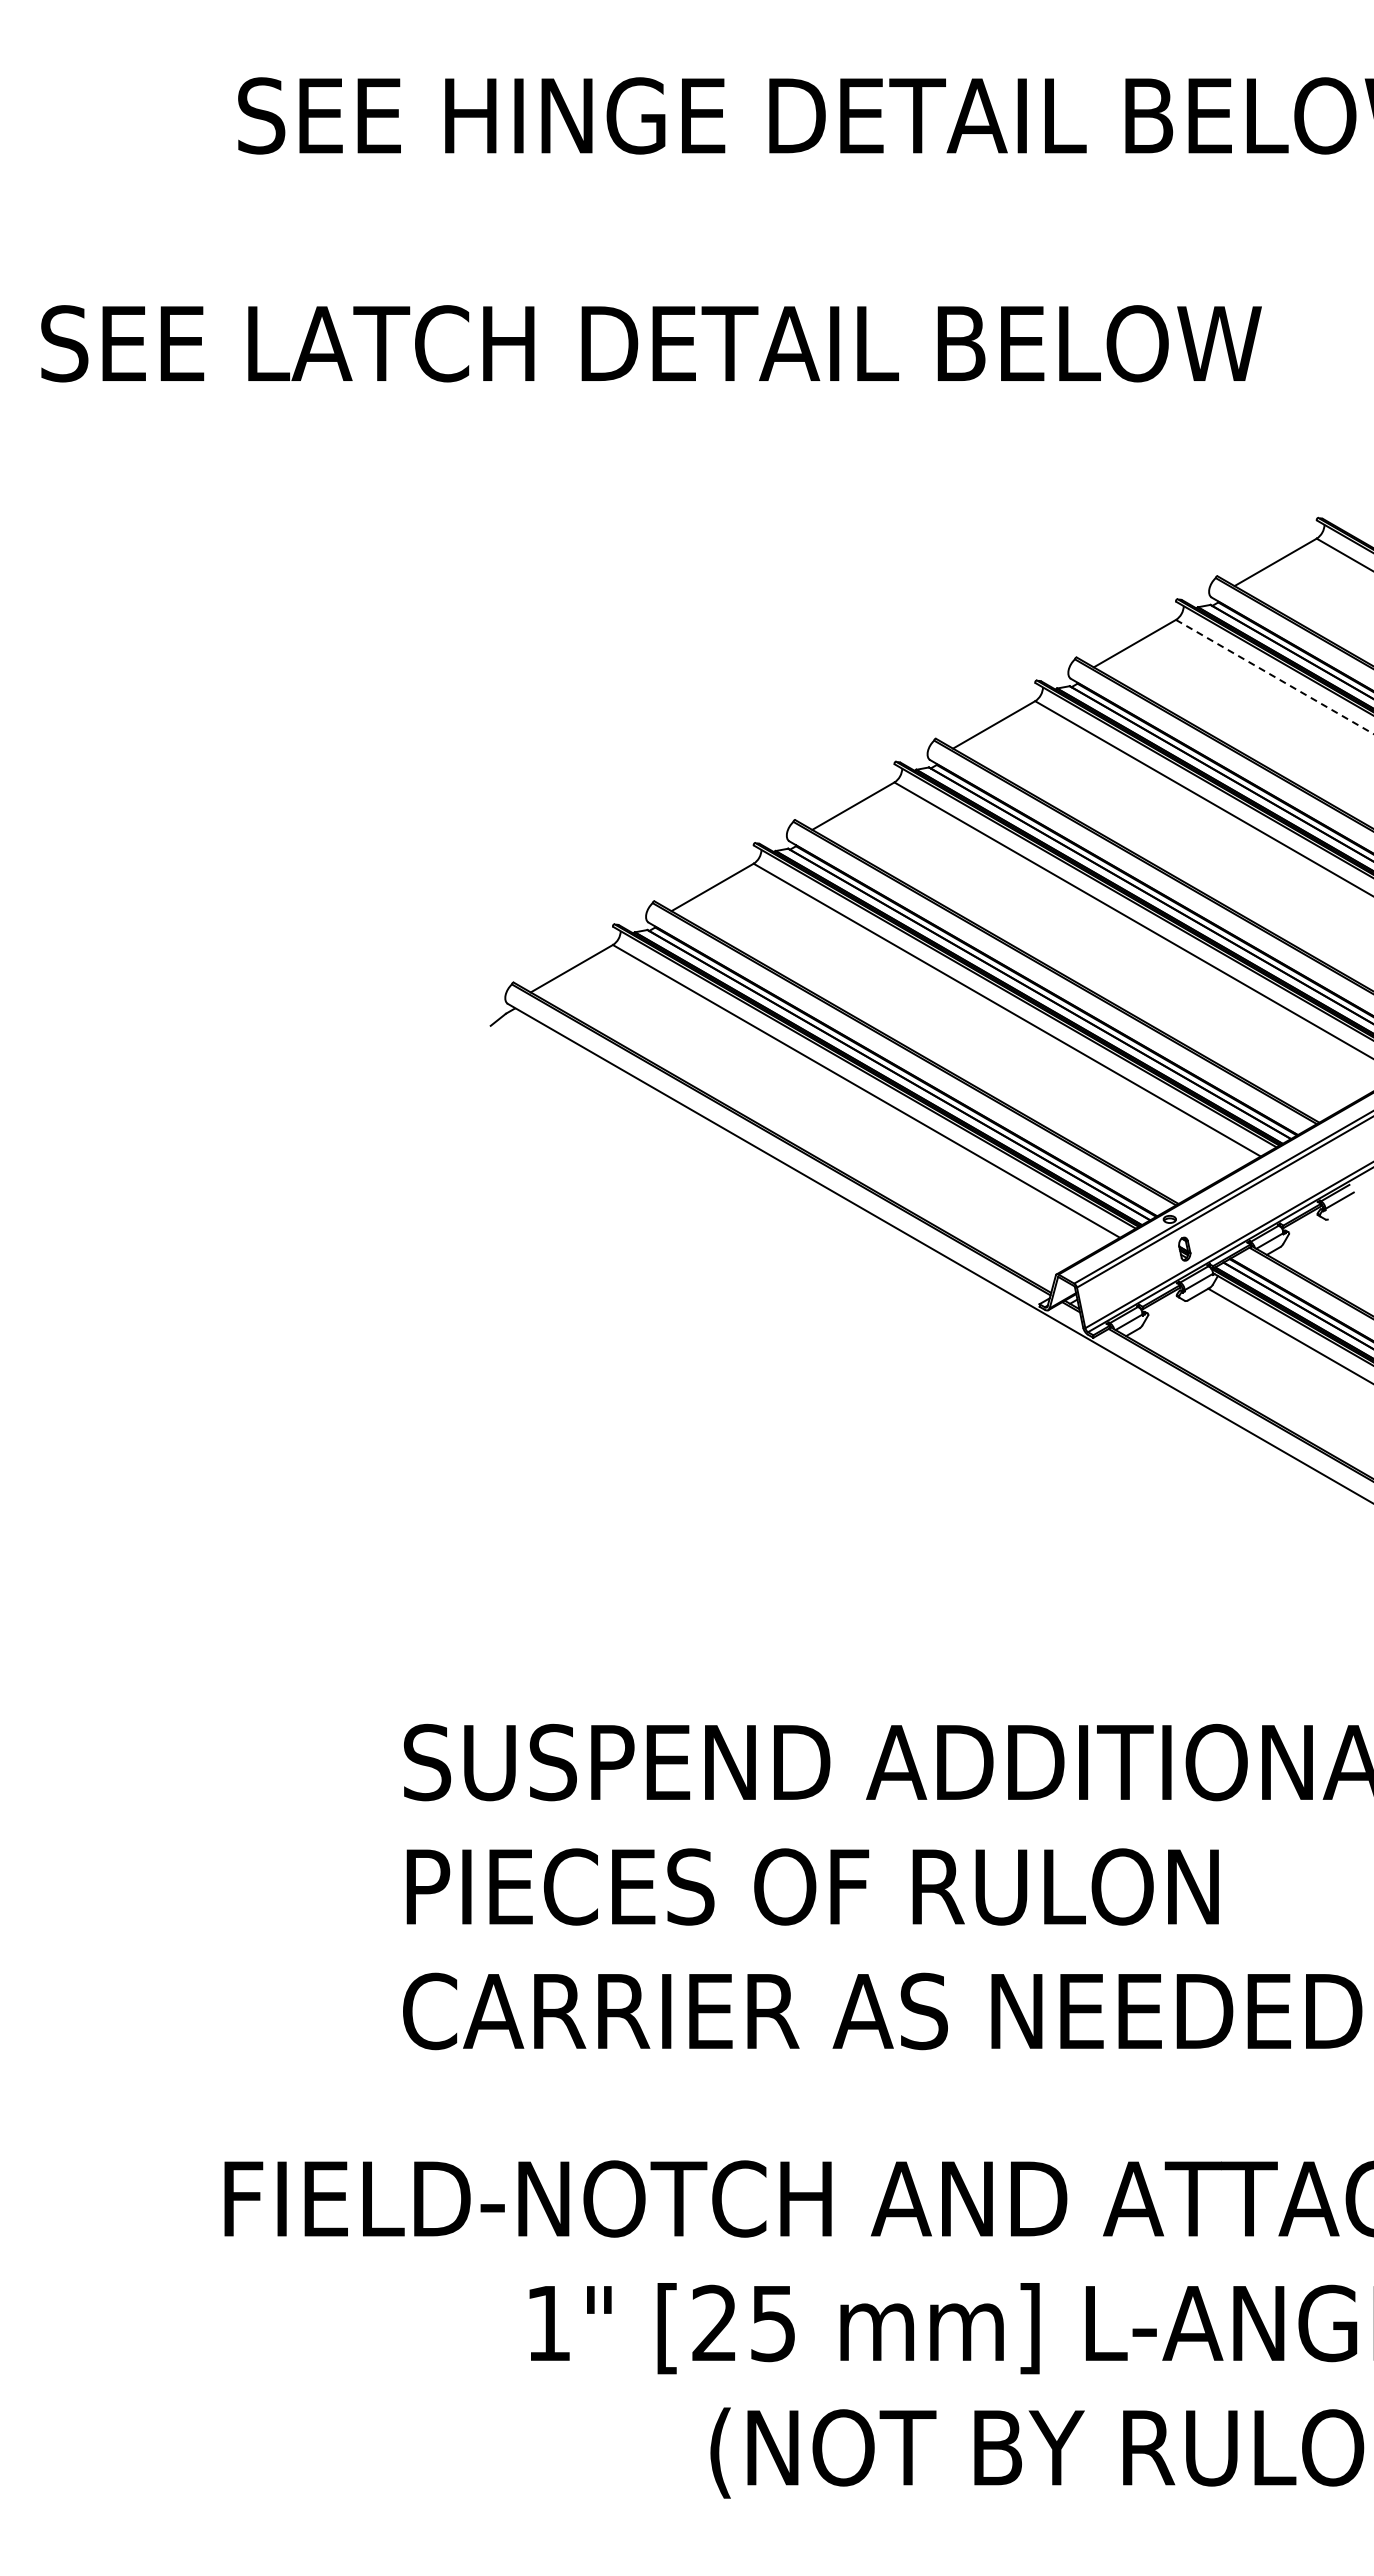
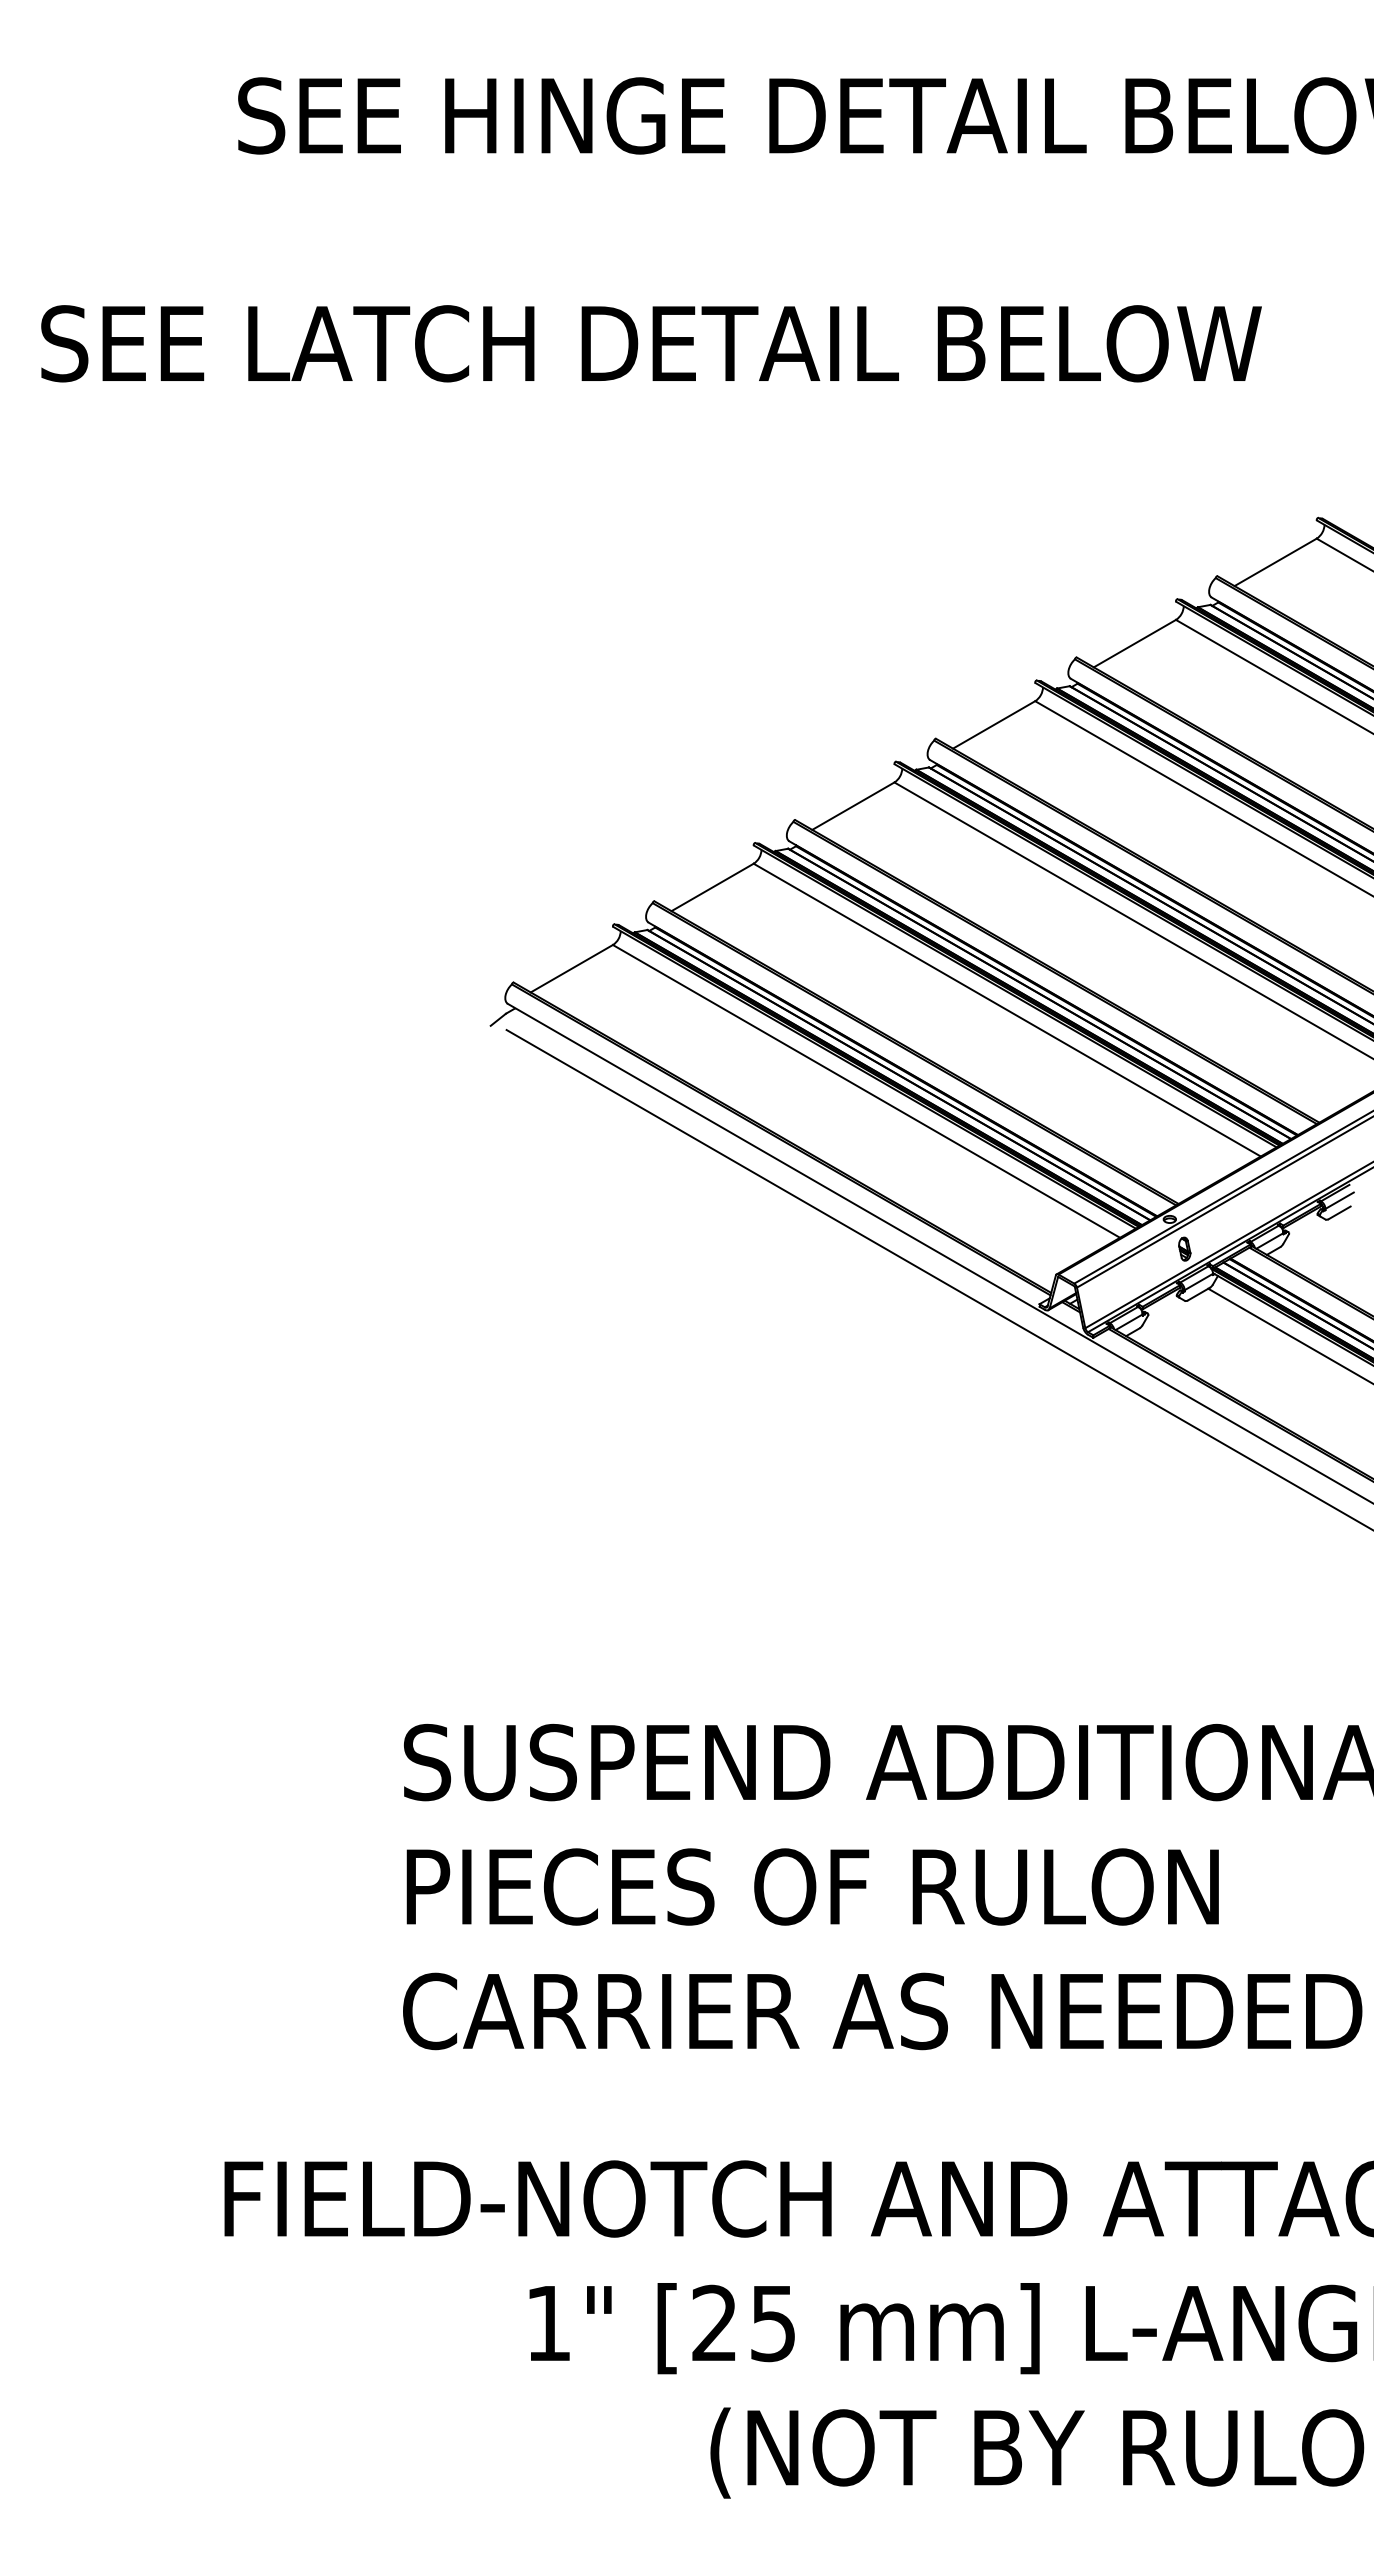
line at (1274, 676): dashed -> solid
line at (1339, 1212): none -> present
line at (938, 1279): none -> present
